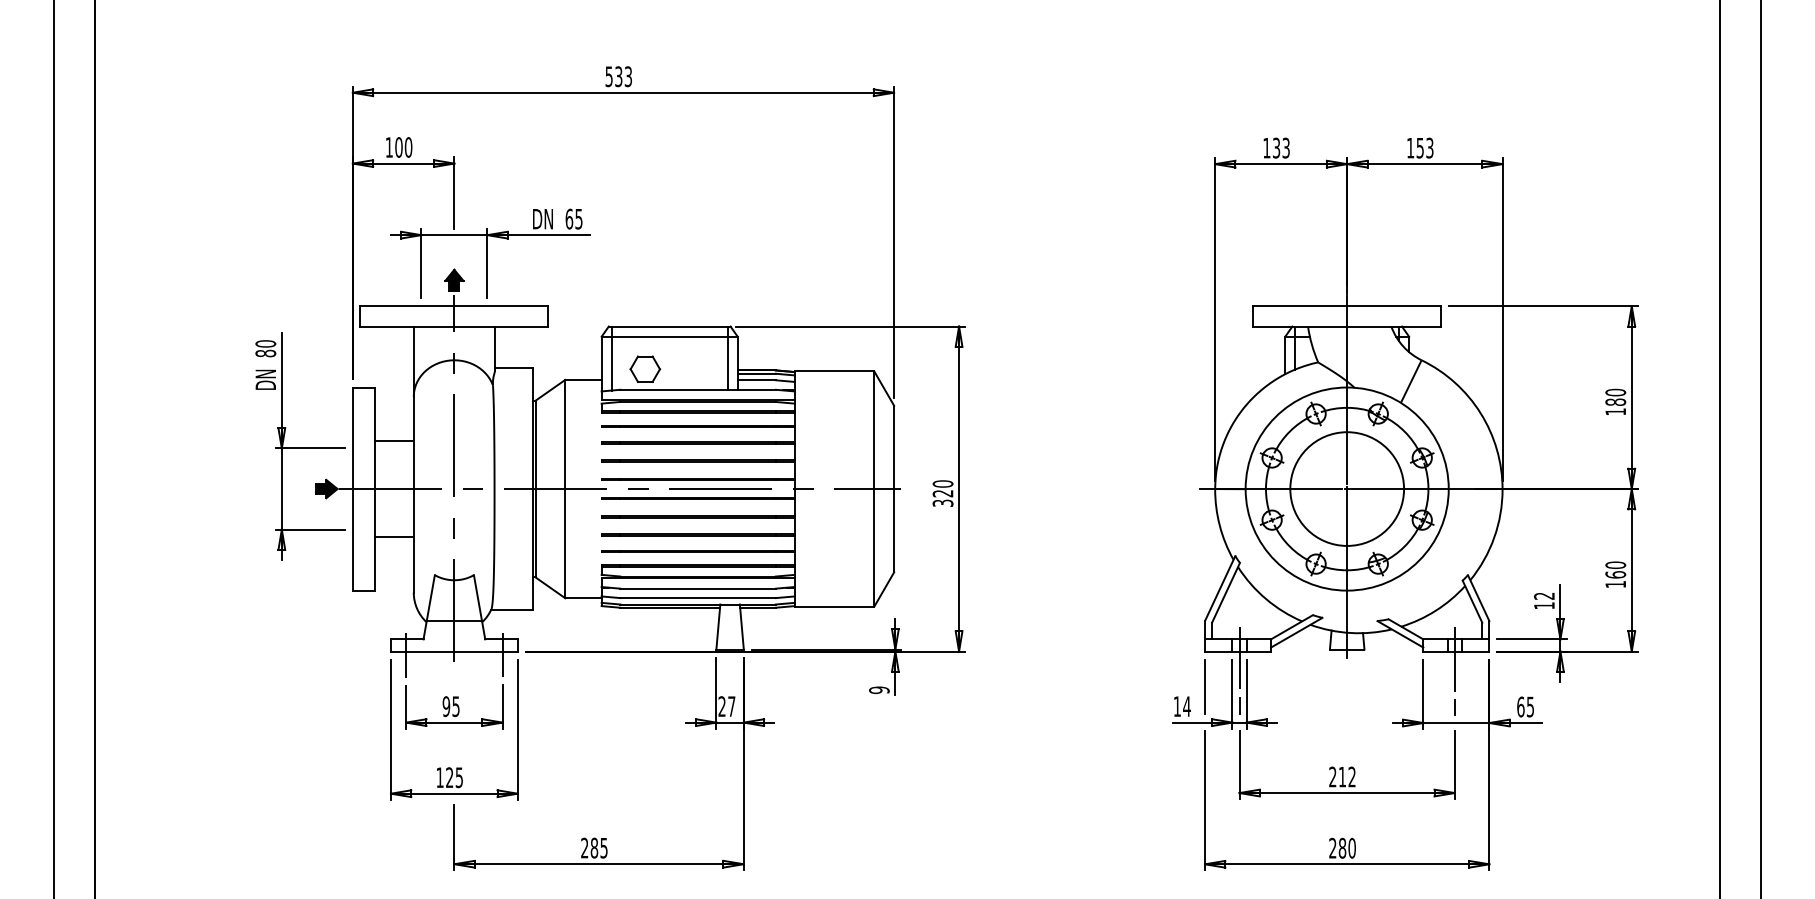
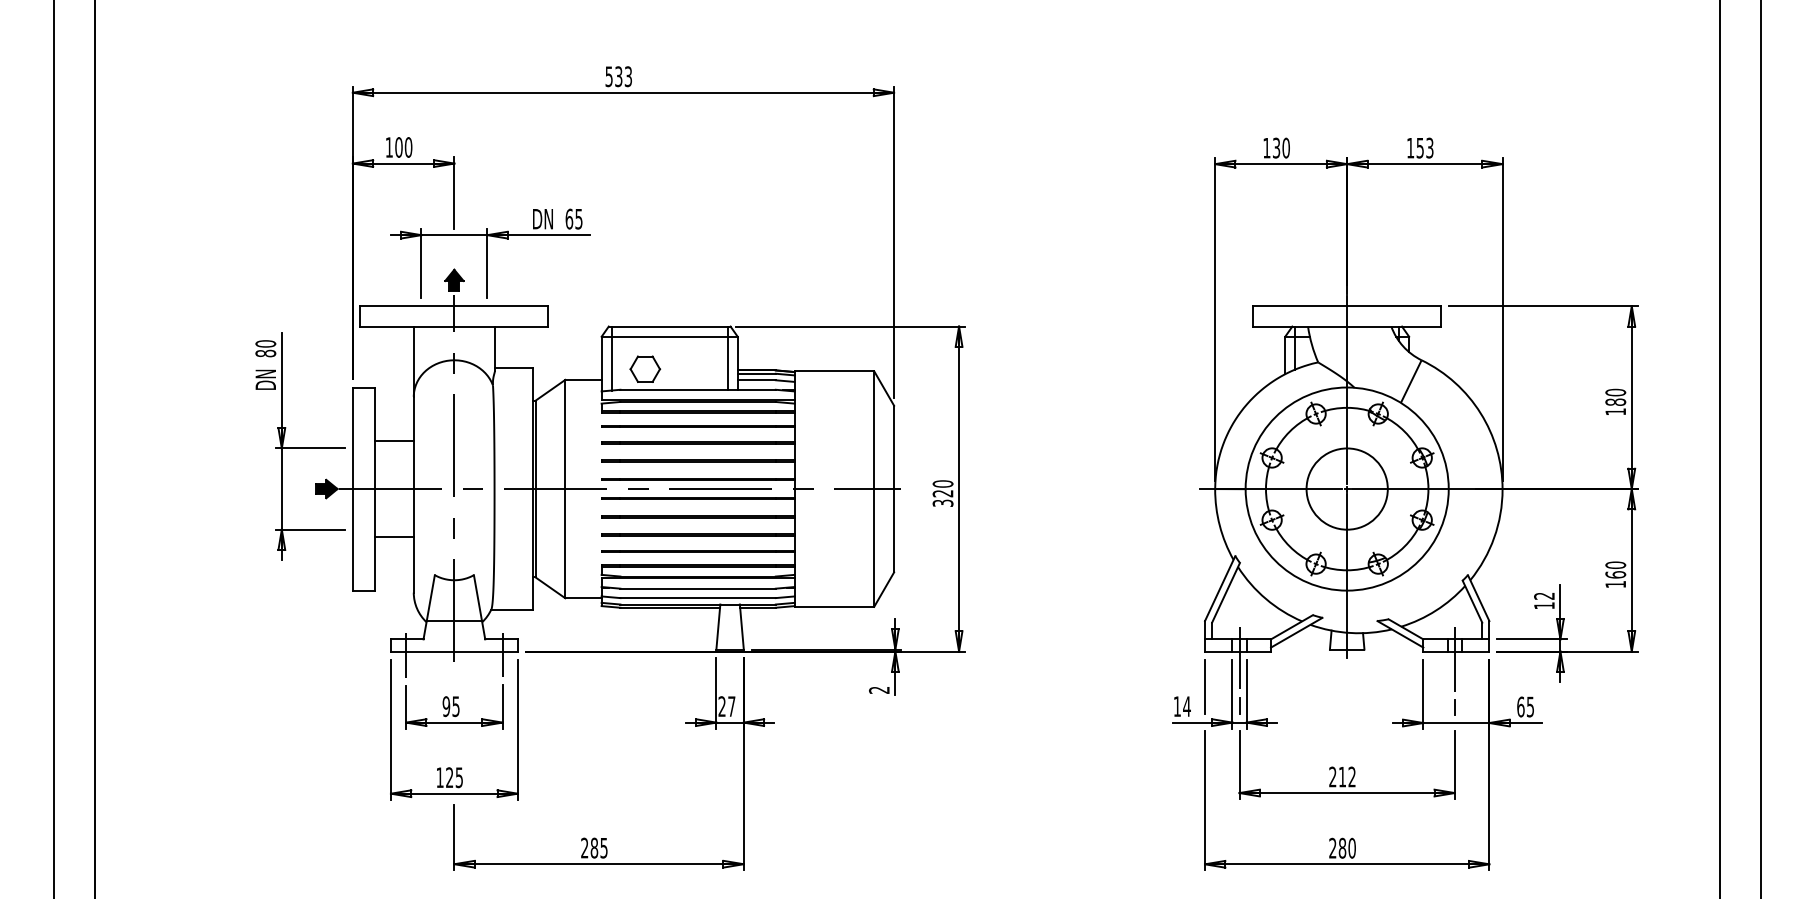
text at (1285, 147): 133 -> 130
circle at (1347, 488) diameter: 114 px -> 81 px
text at (879, 690): 9 -> 2
